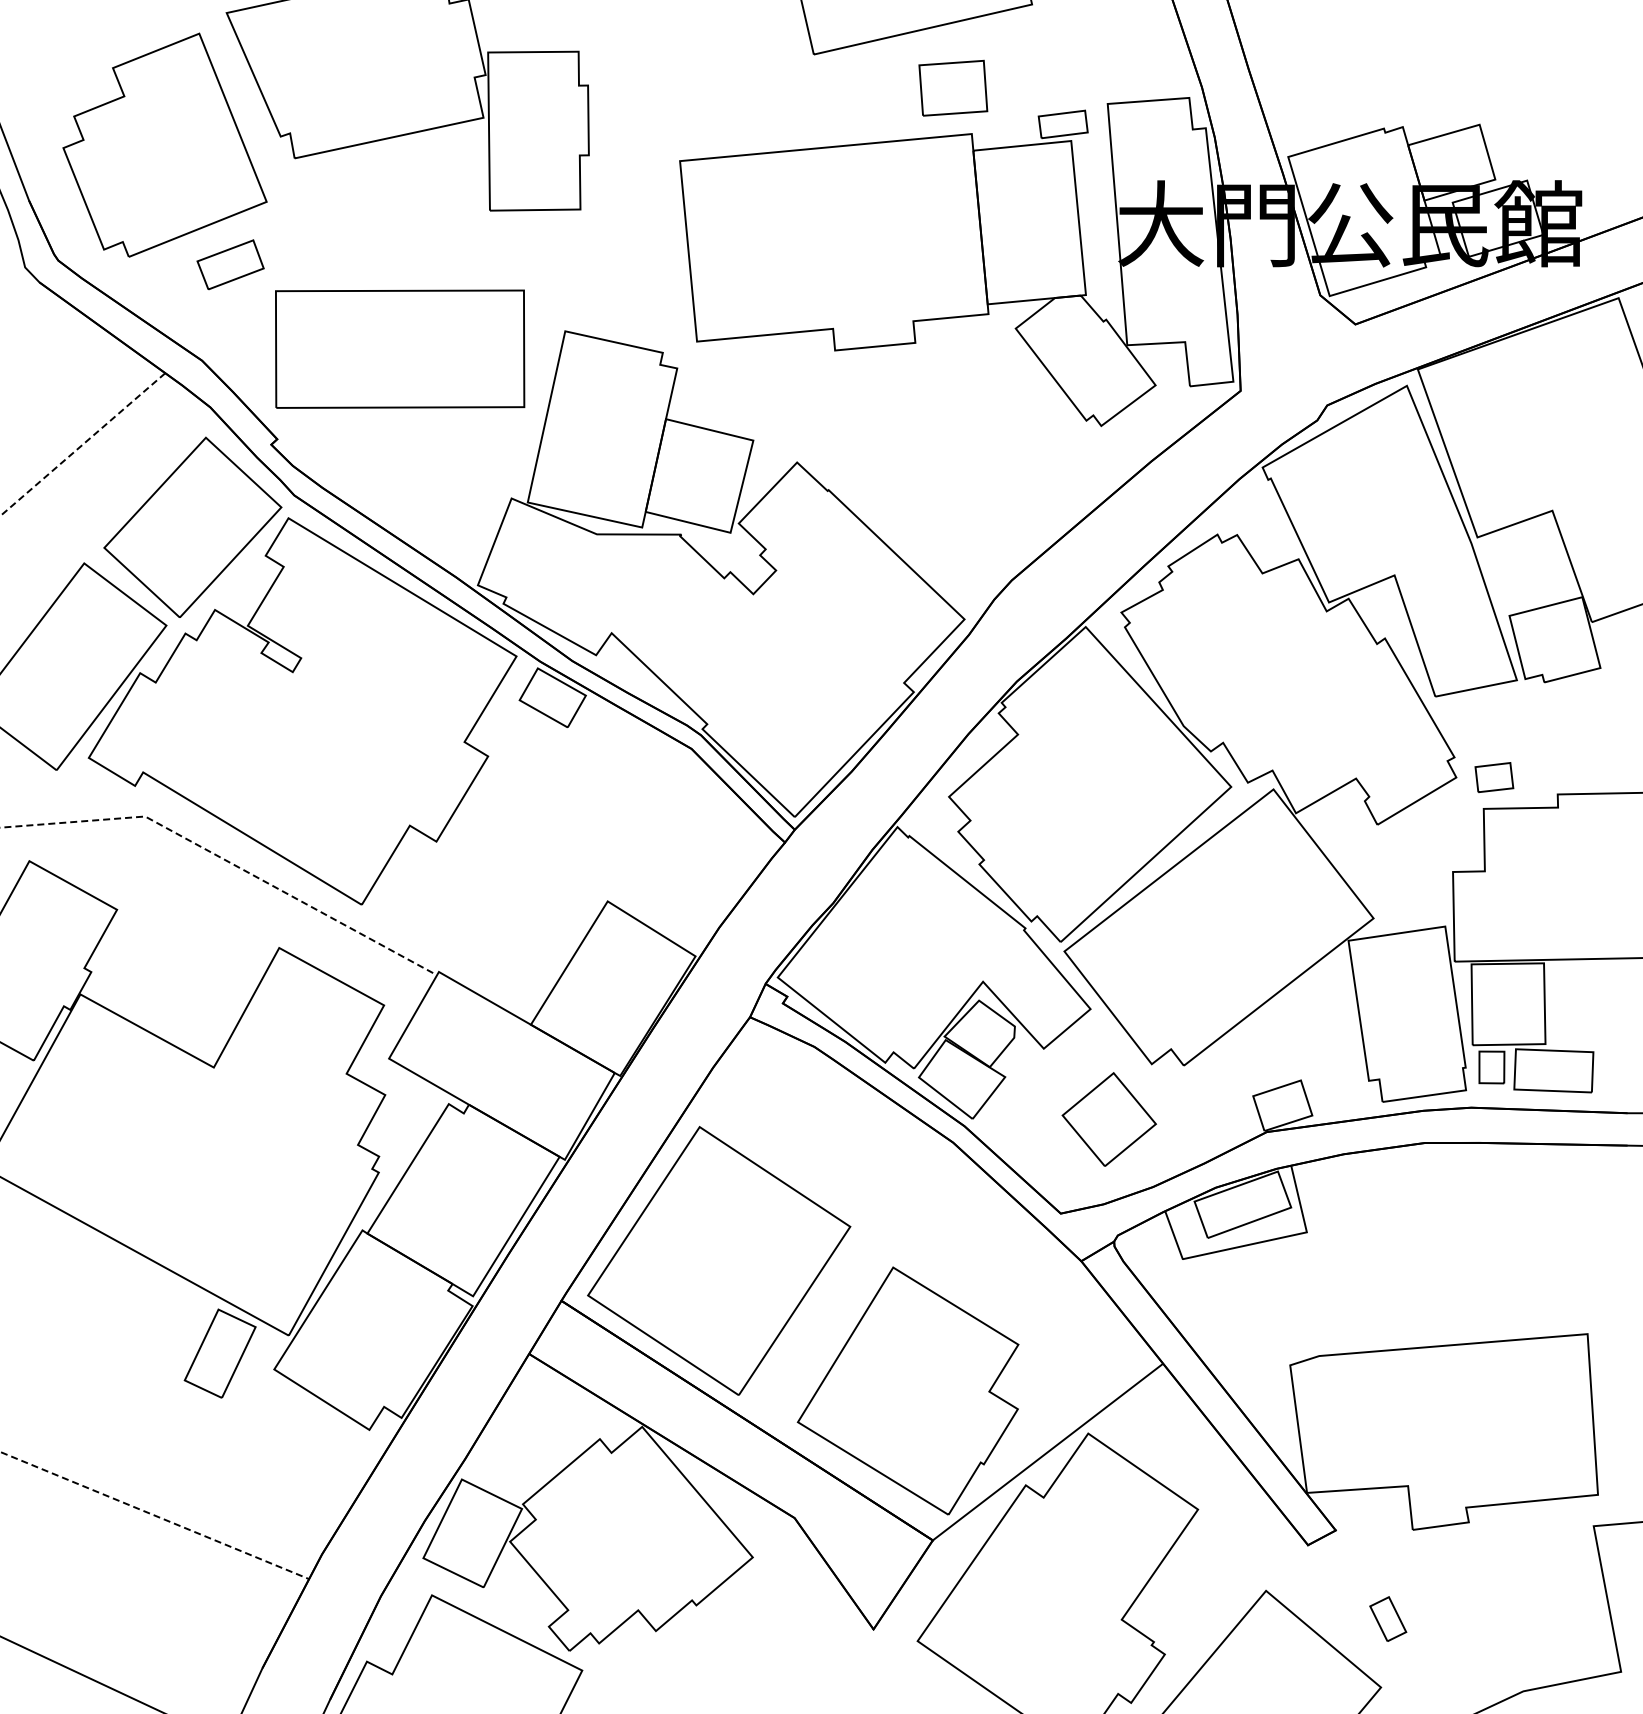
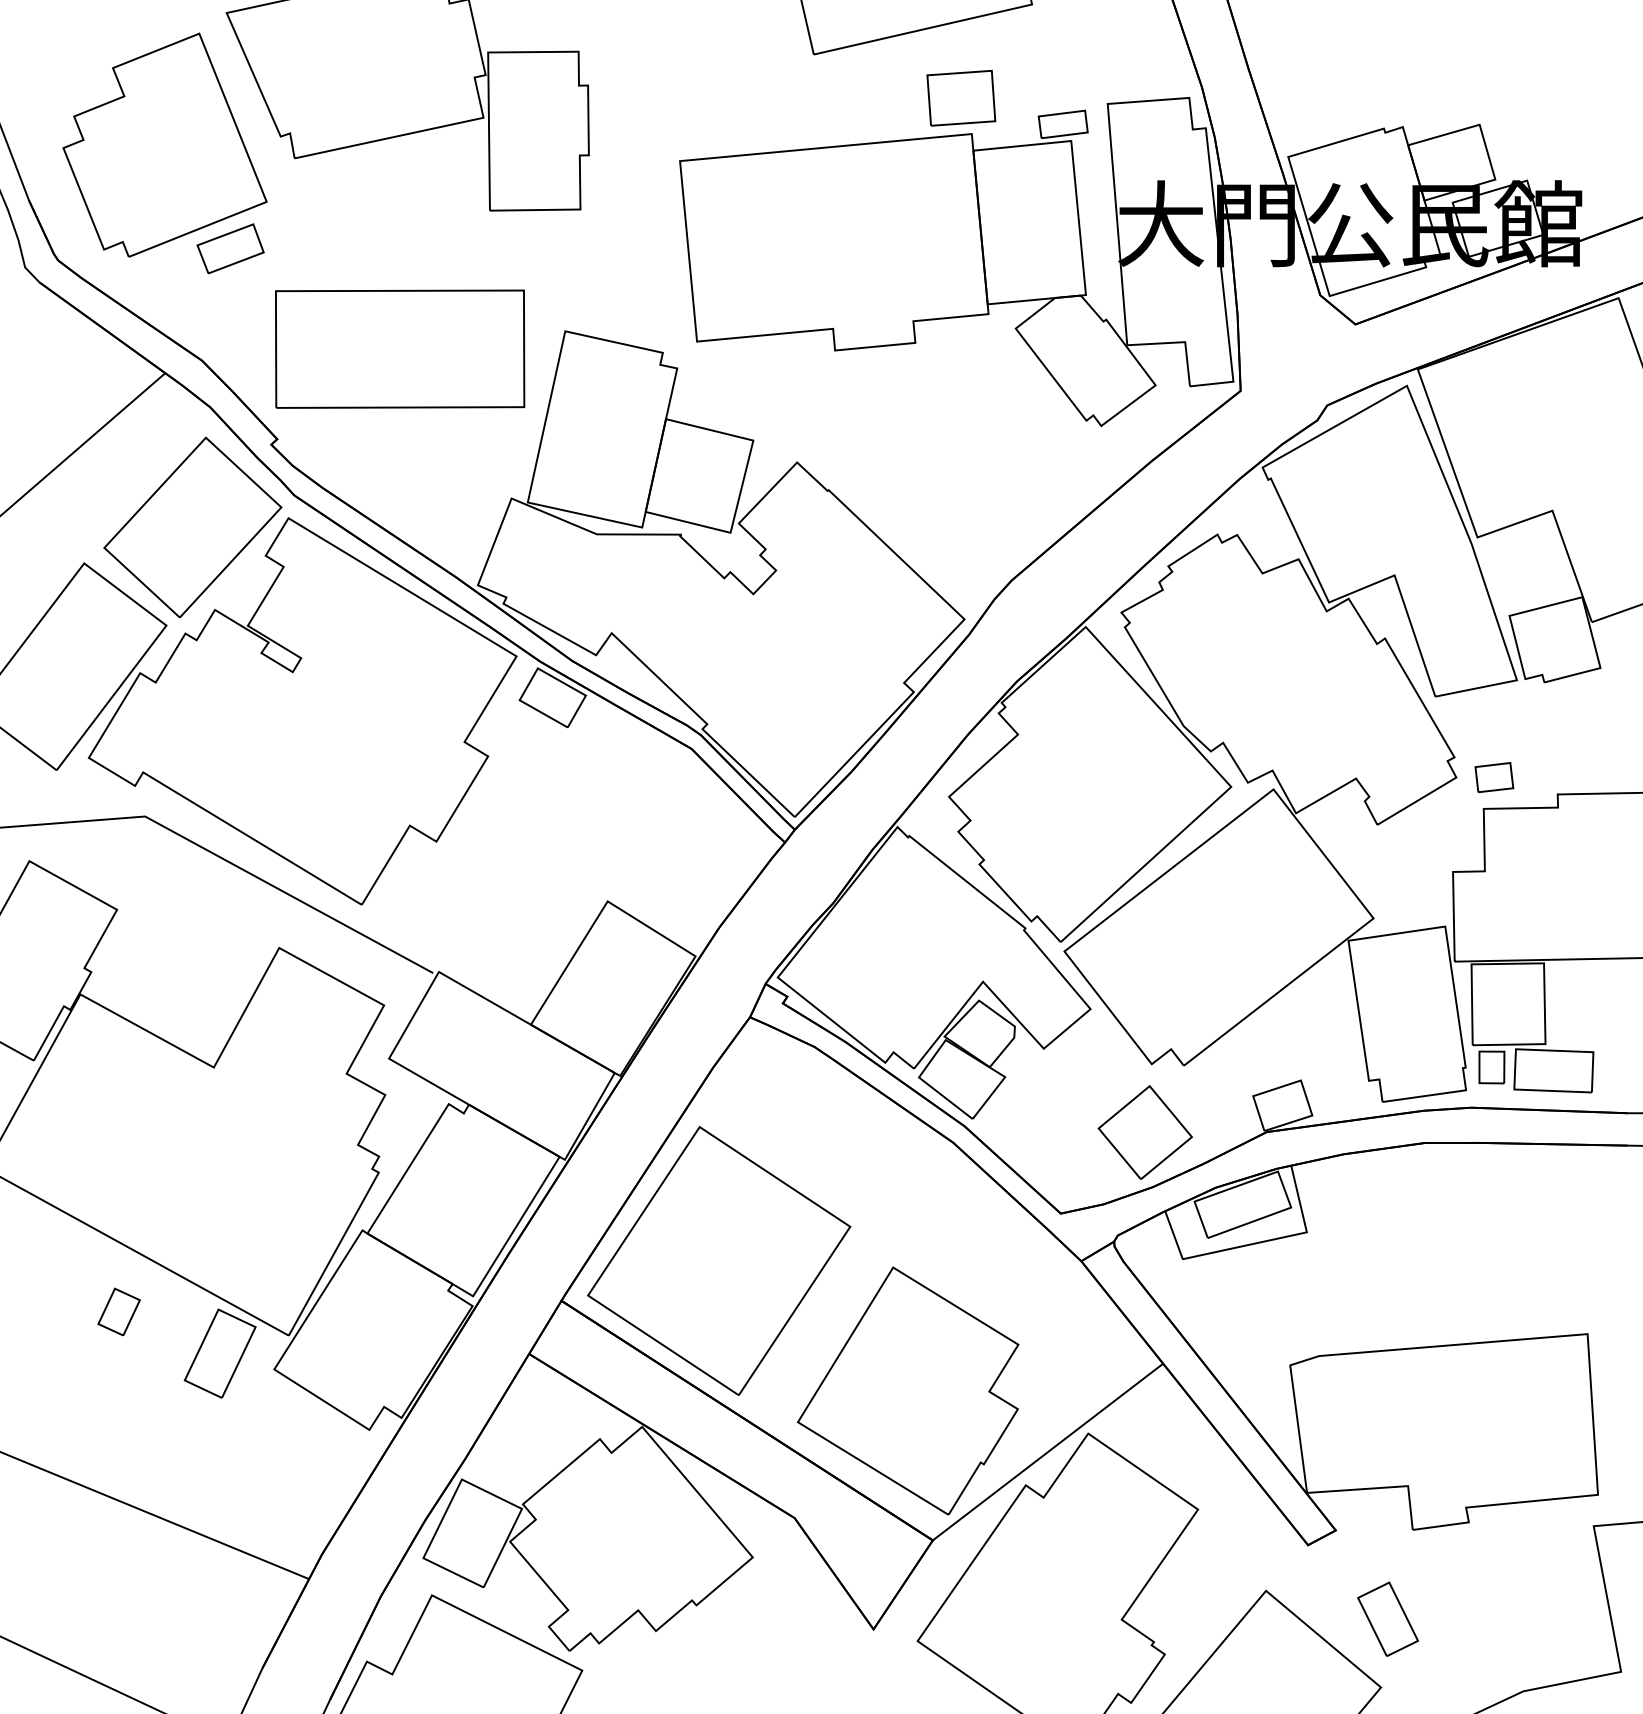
part at (953, 87) position: (953, 87) -> (961, 97)
part at (230, 264) position: (230, 264) -> (230, 248)
line at (82, 444): dashed -> solid
line at (224, 859): dashed -> solid
part at (1108, 1119) position: (1108, 1119) -> (1144, 1132)
part at (118, 1311): none -> present
line at (154, 1515): dashed -> solid
part at (1388, 1618) size: 39x46 px -> 63x76 px
